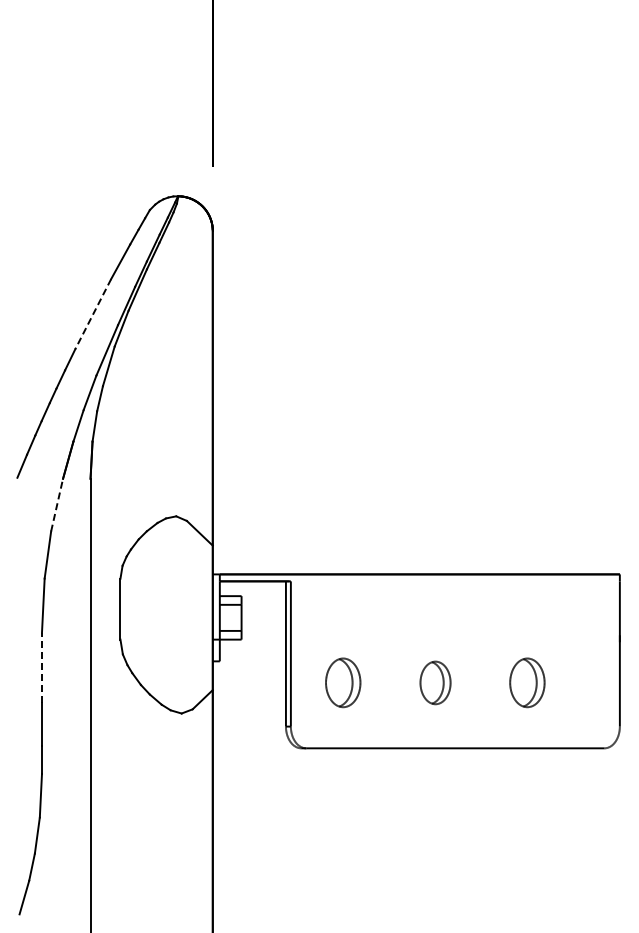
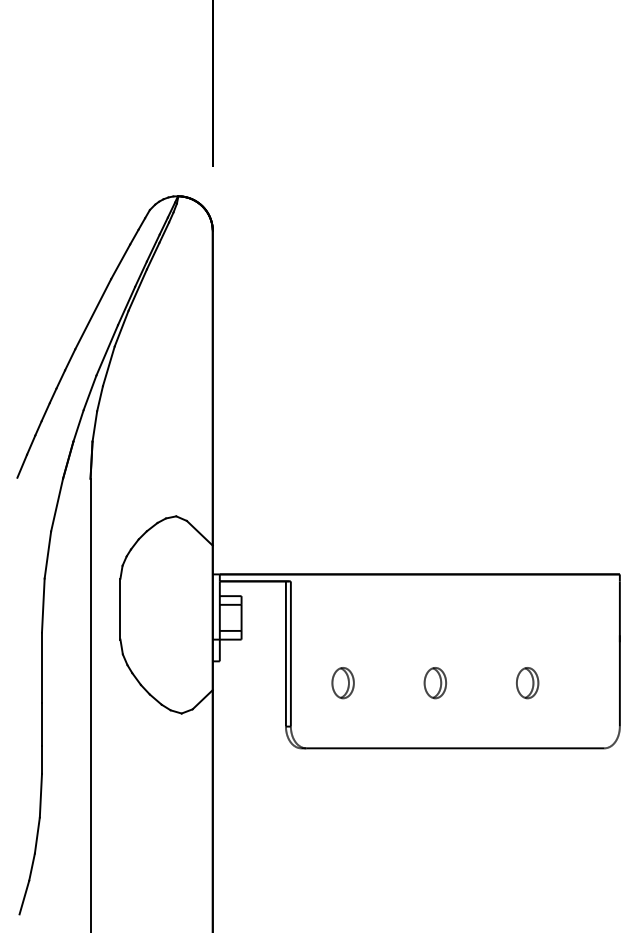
line at (93, 314): dashed -> solid
line at (57, 504): dashed -> solid
line at (42, 667): dashed -> solid
part at (343, 682) size: 37x52 px -> 24x33 px
part at (435, 682) size: 33x46 px -> 24x33 px
part at (527, 682) size: 37x52 px -> 24x33 px
